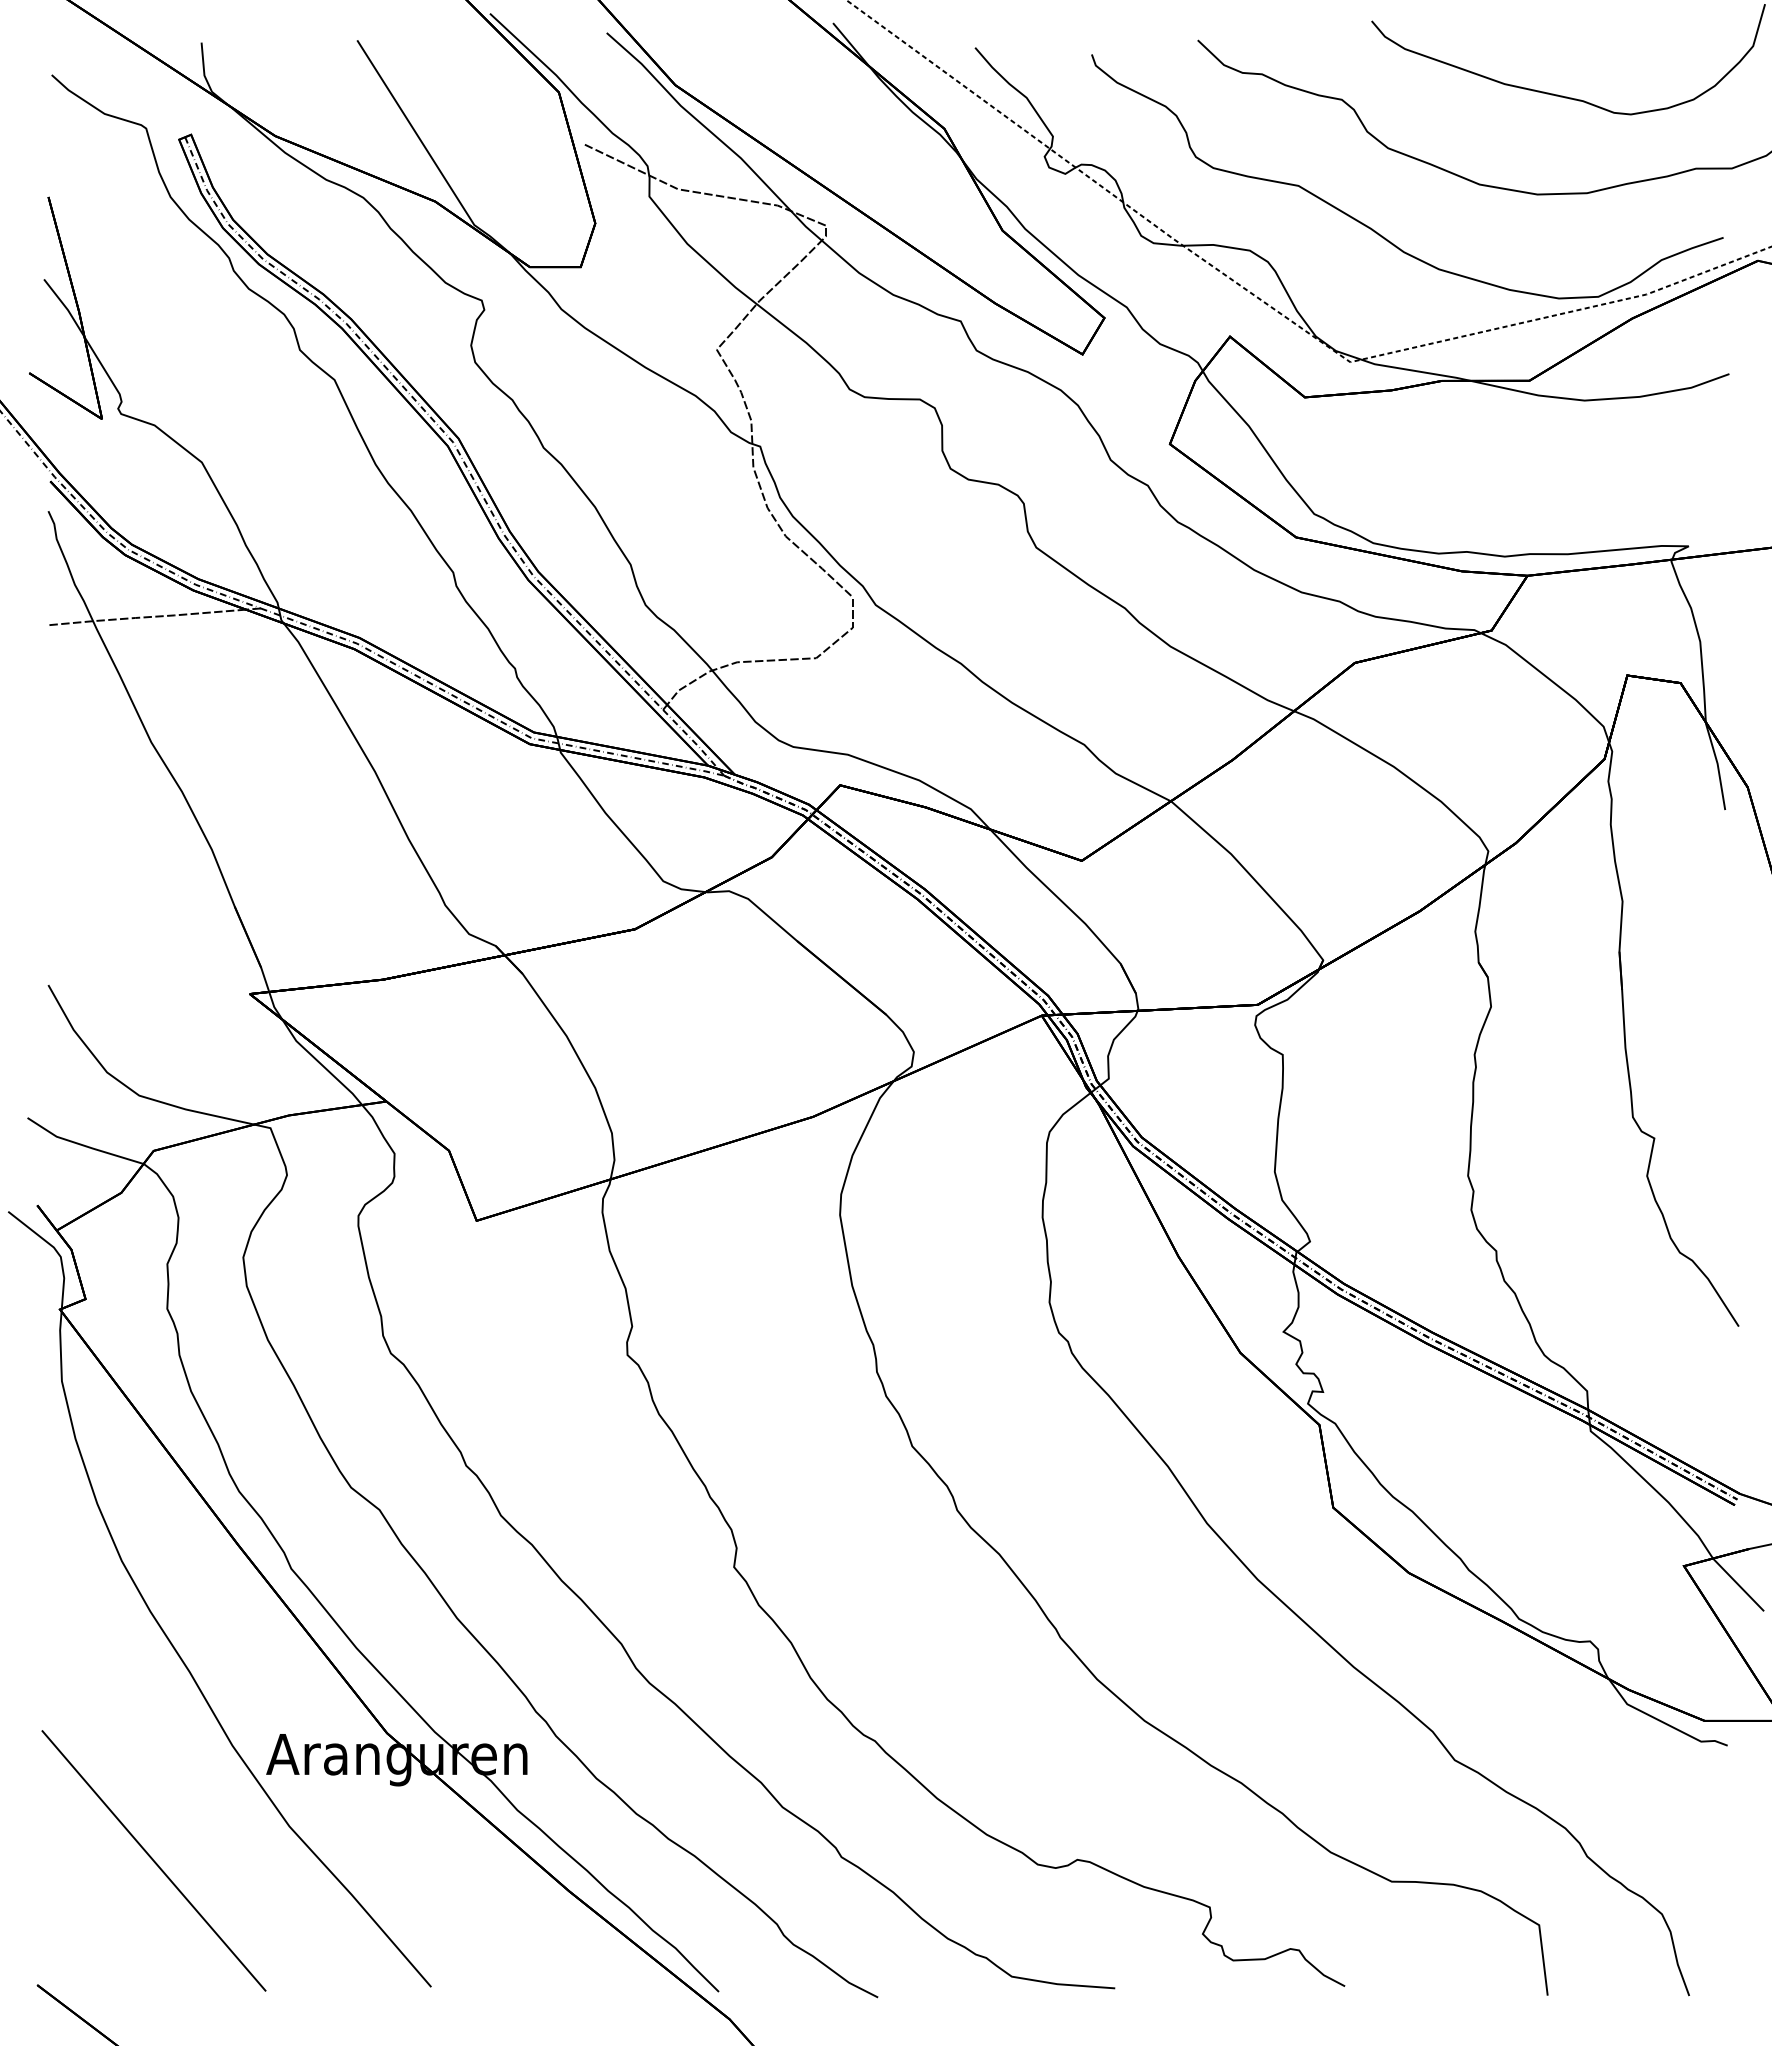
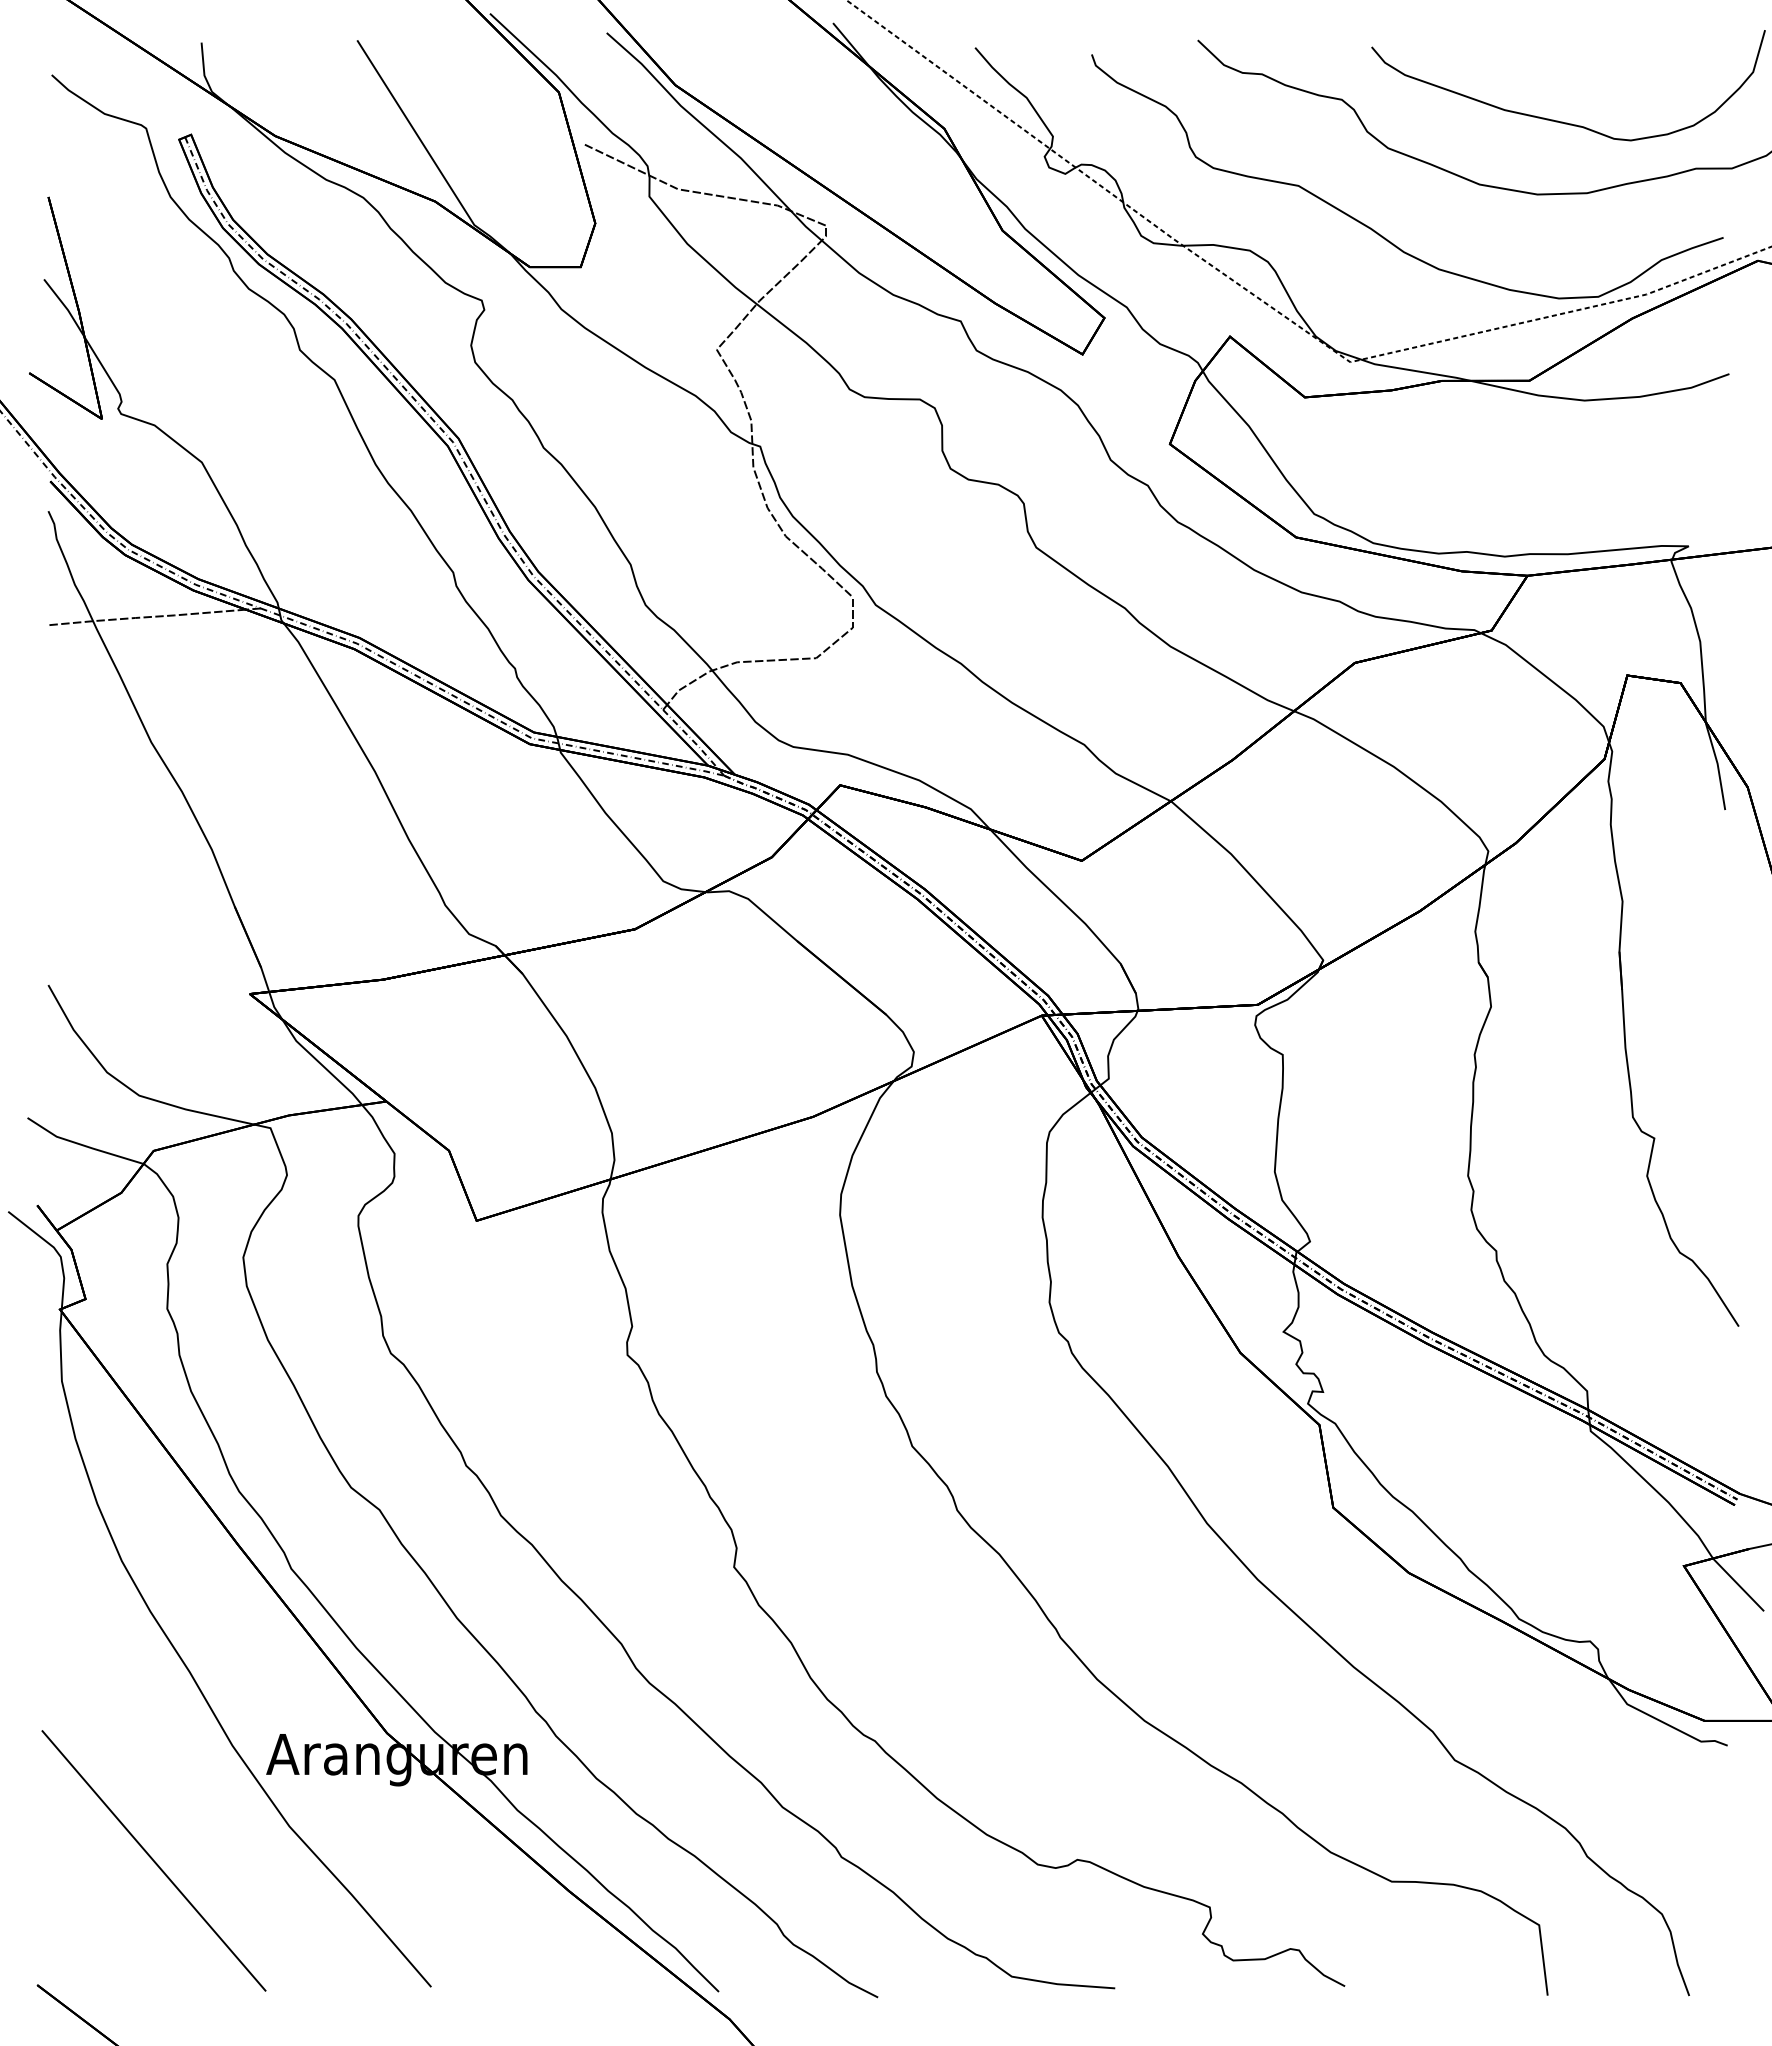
curve at (1558, 94) position: (1558, 94) -> (1558, 120)
